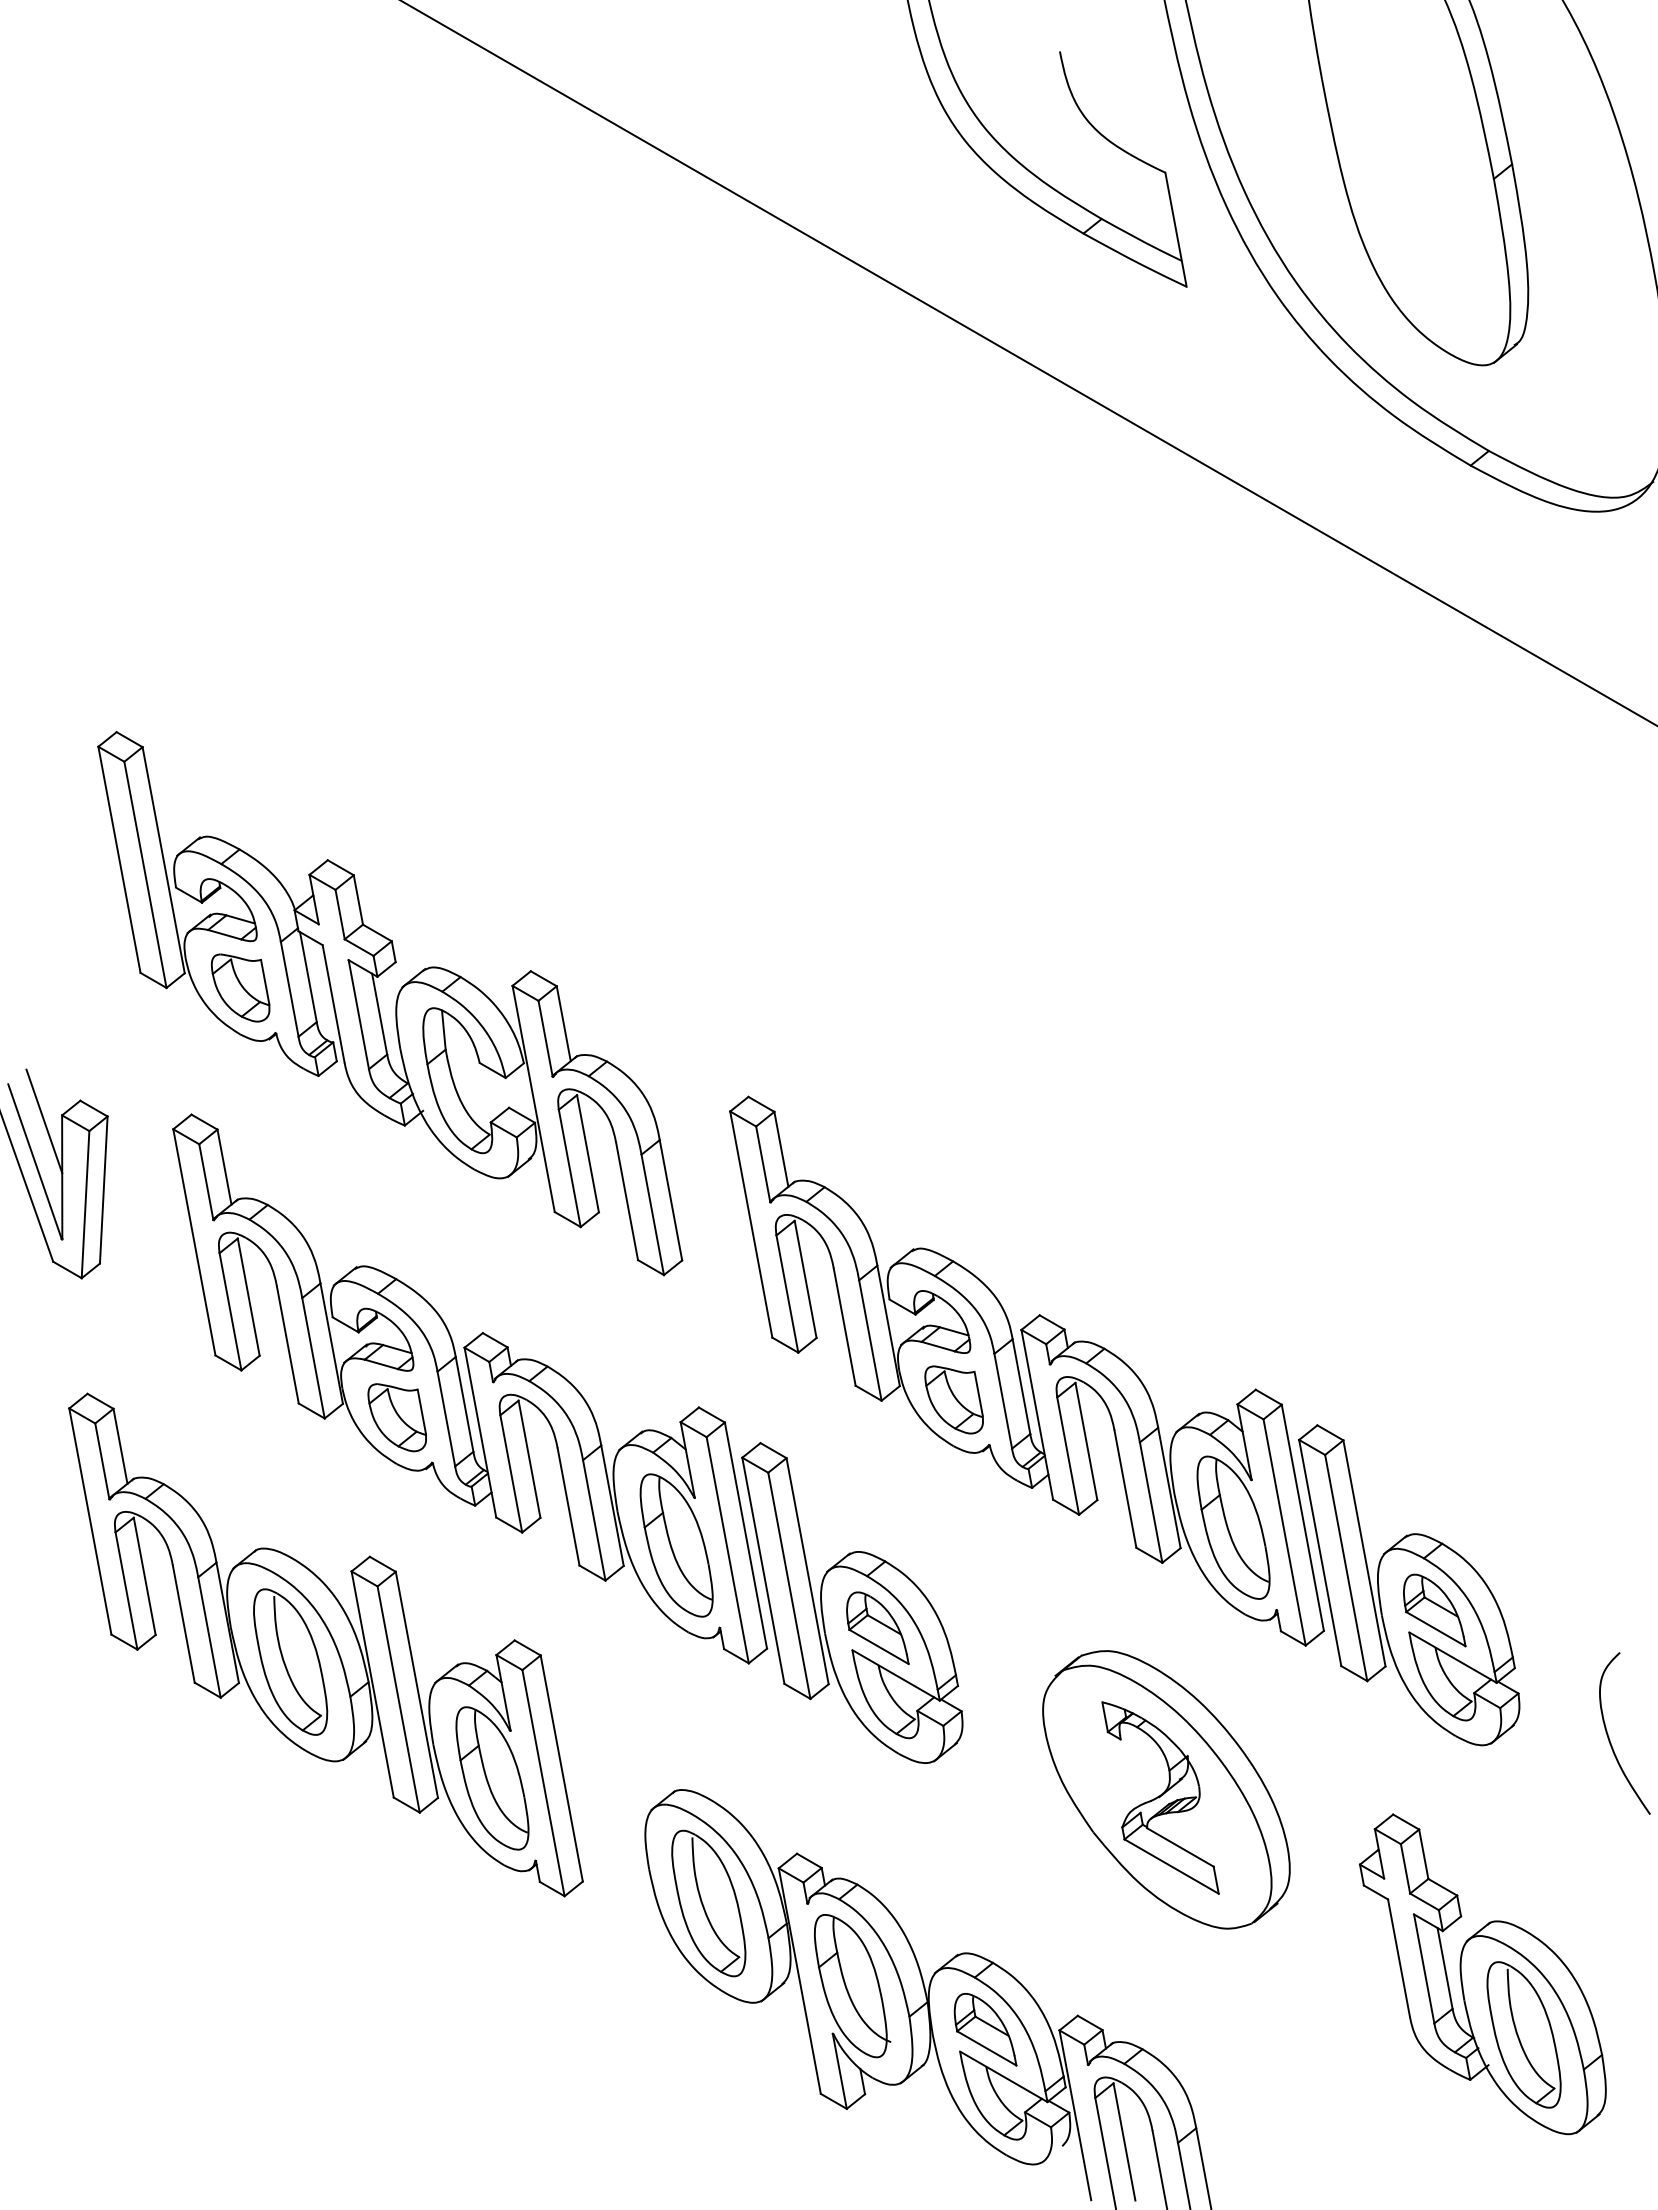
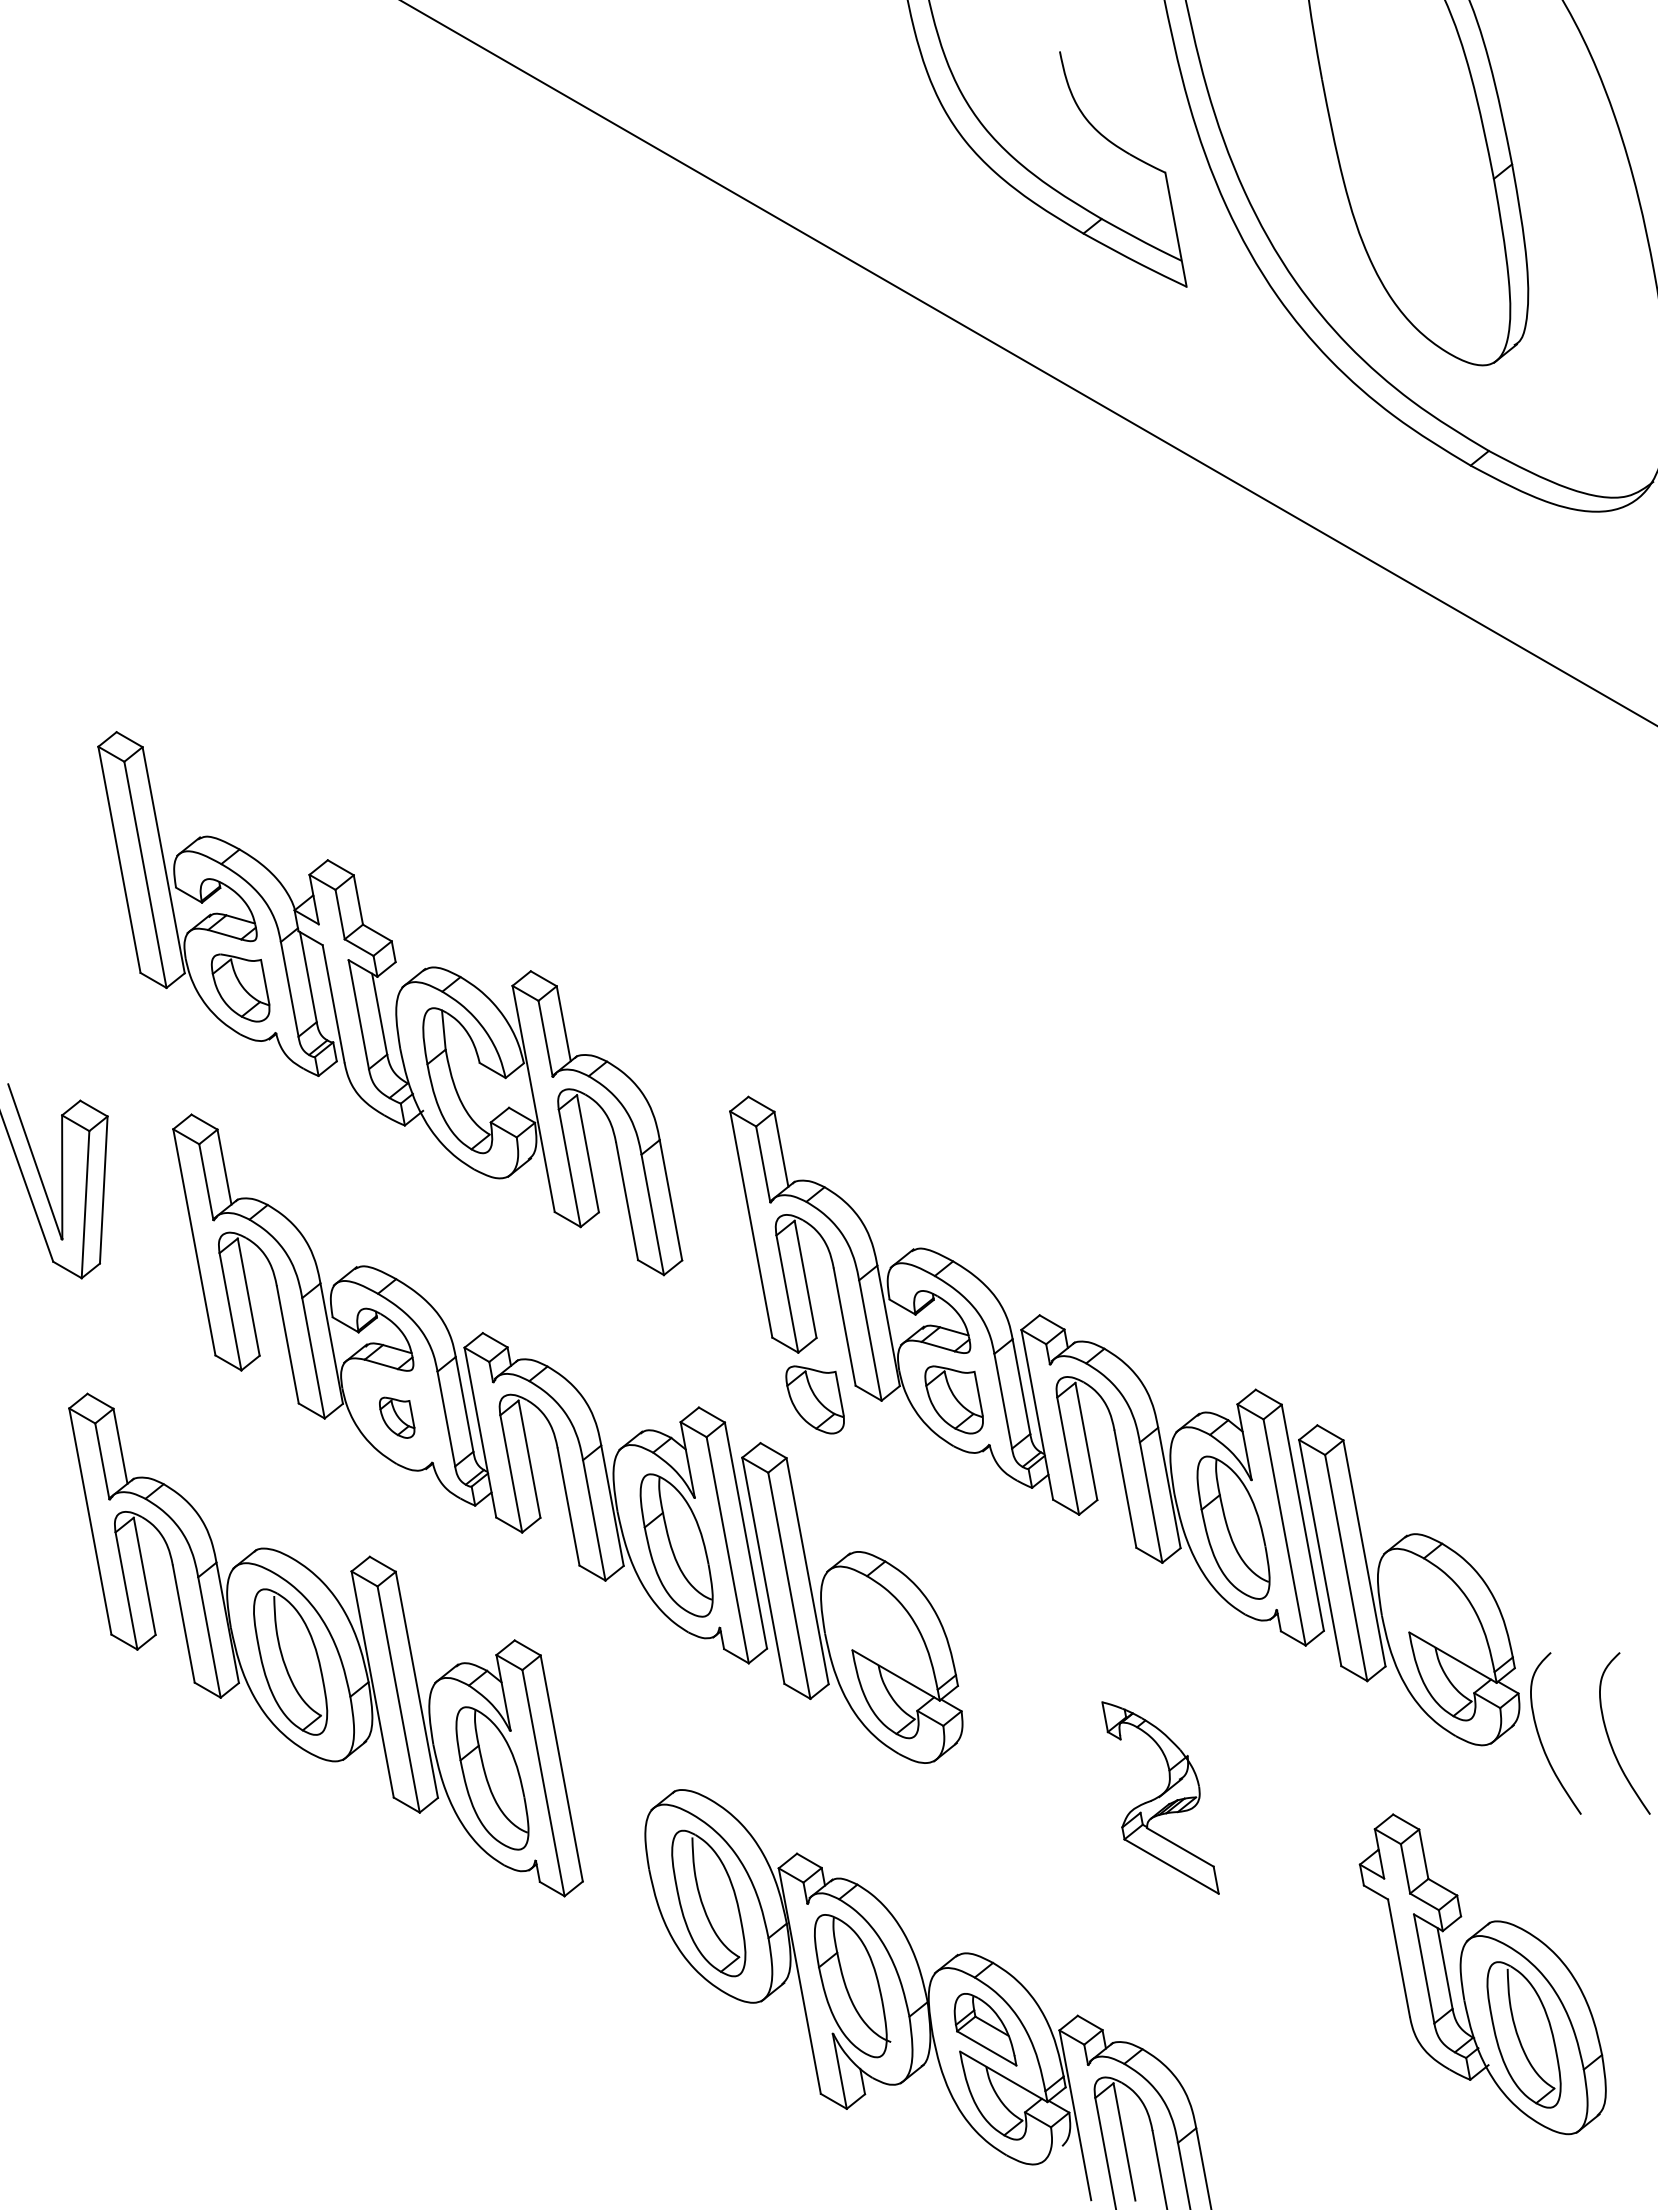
line at (44, 1121): present -> none
part at (814, 1399): none -> present
part at (396, 1417) size: 60x70 px -> 37x43 px
part at (1434, 1610): present -> none
part at (877, 1627): present -> none
curve at (1540, 1737): none -> present
part at (1166, 1789): present -> none
